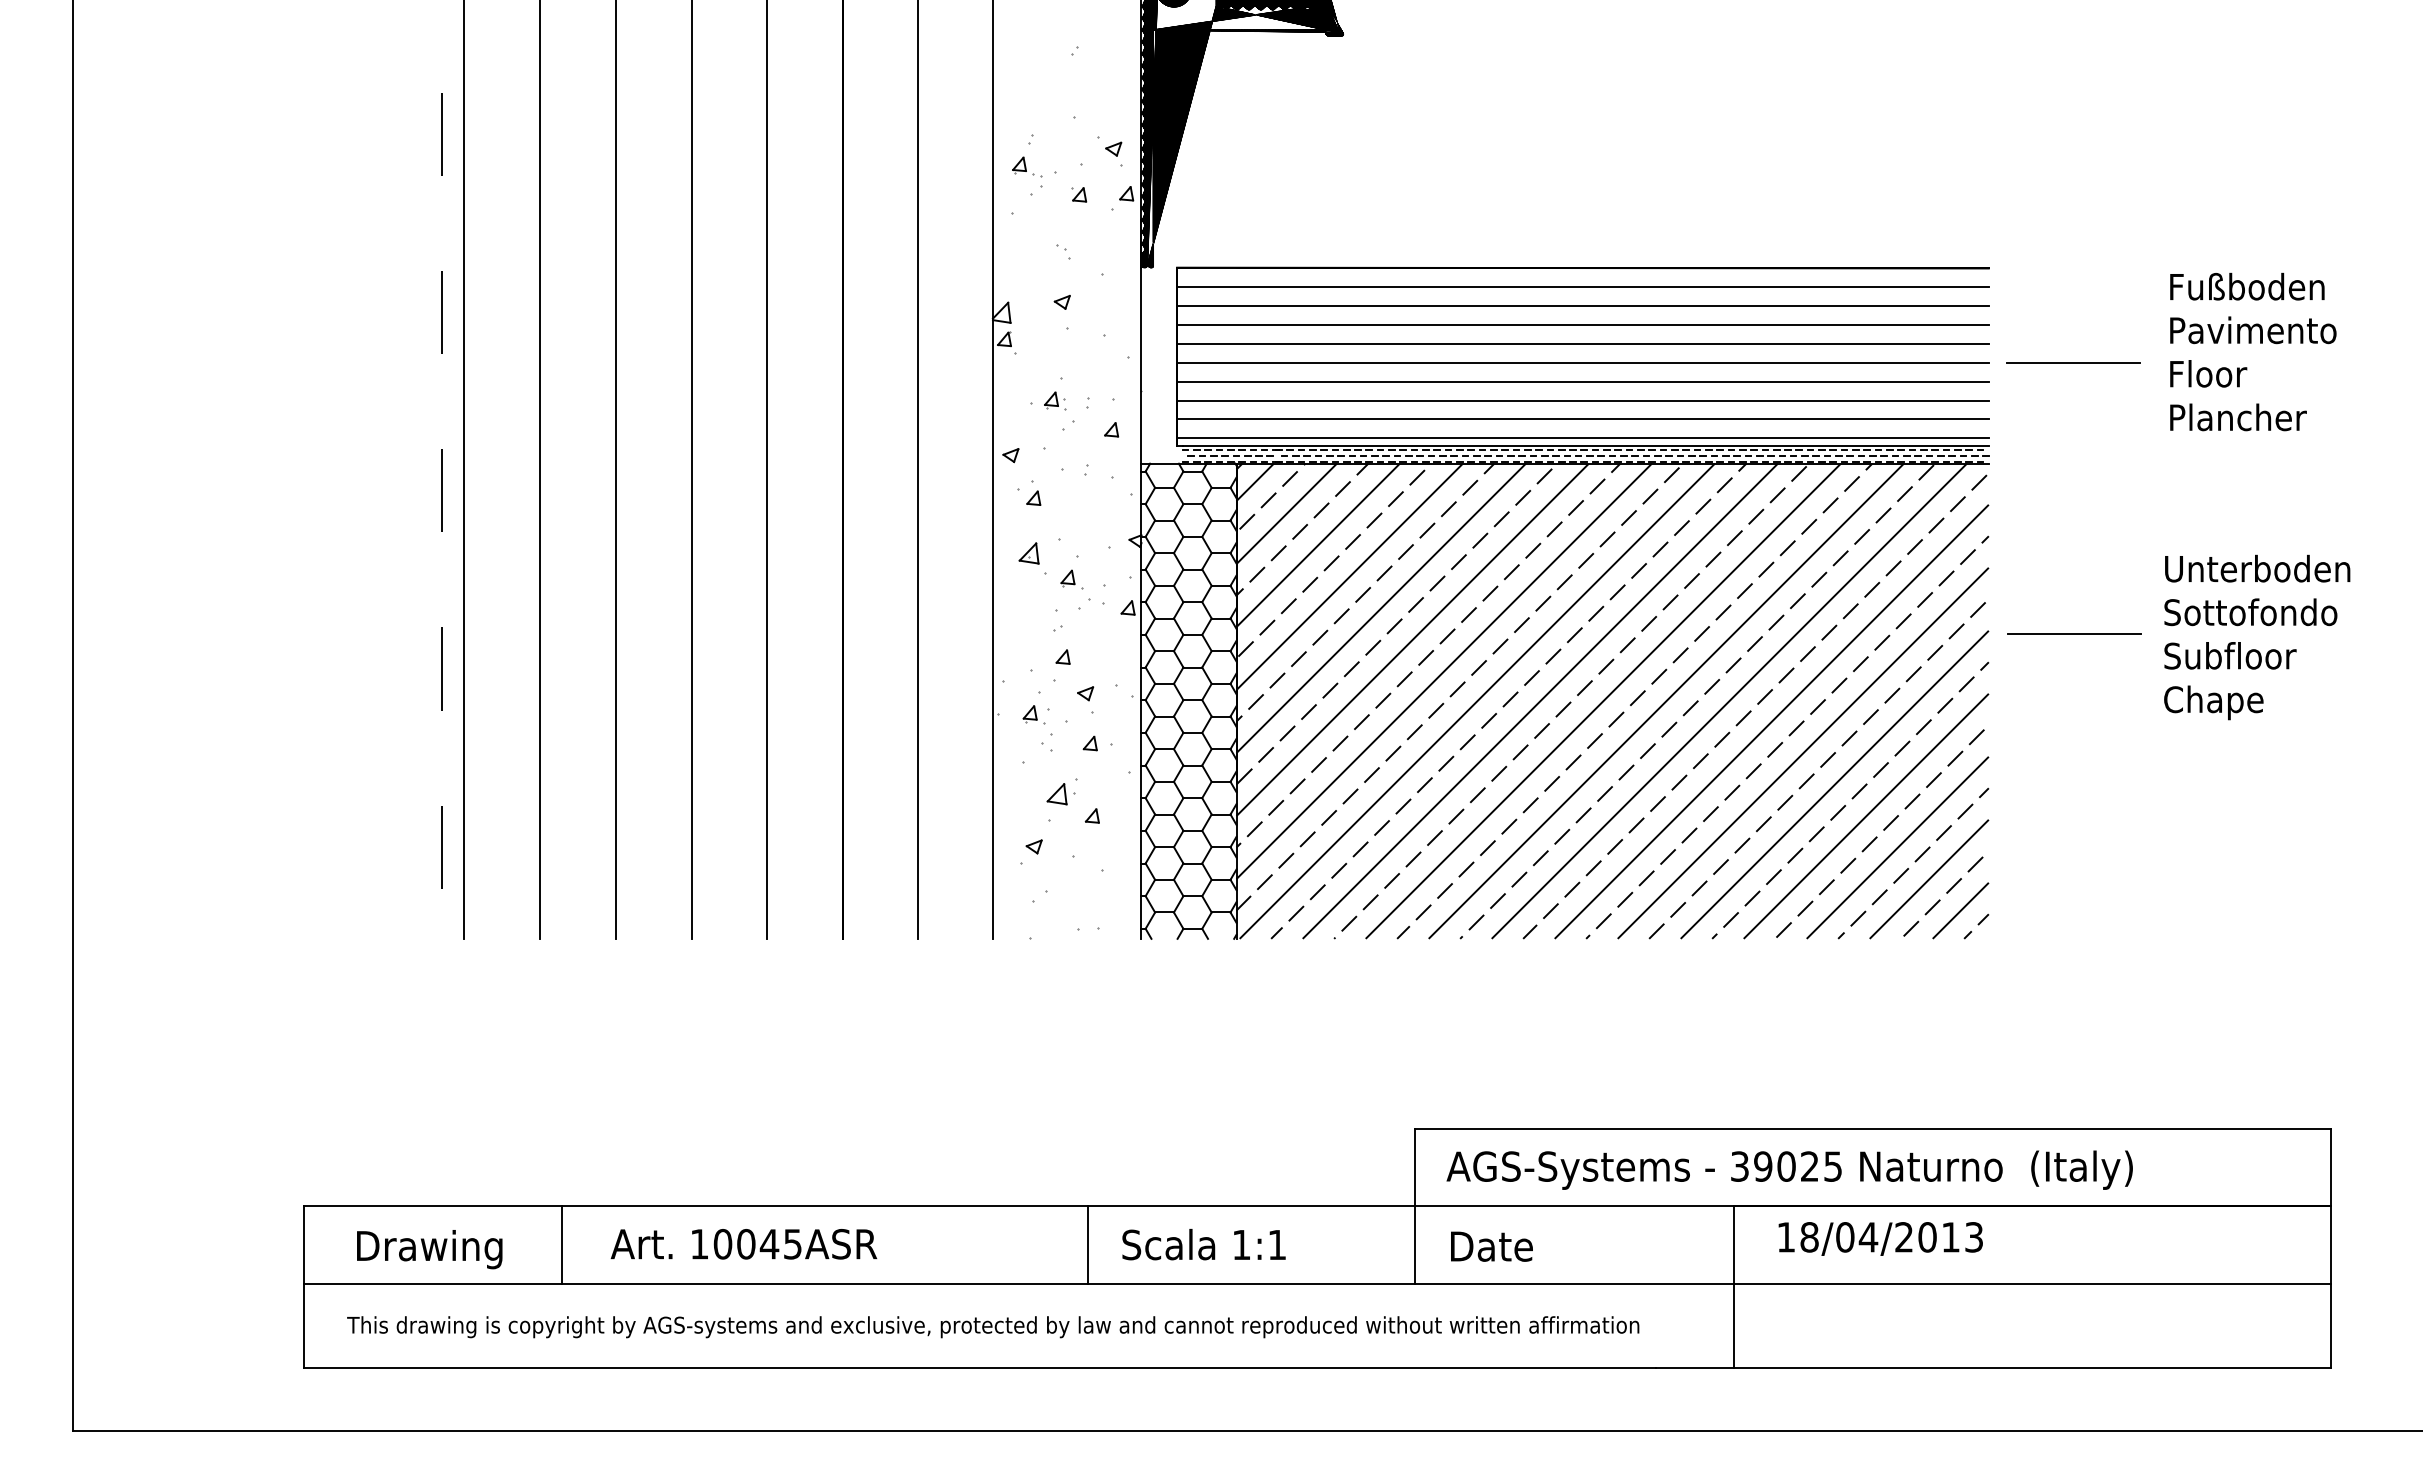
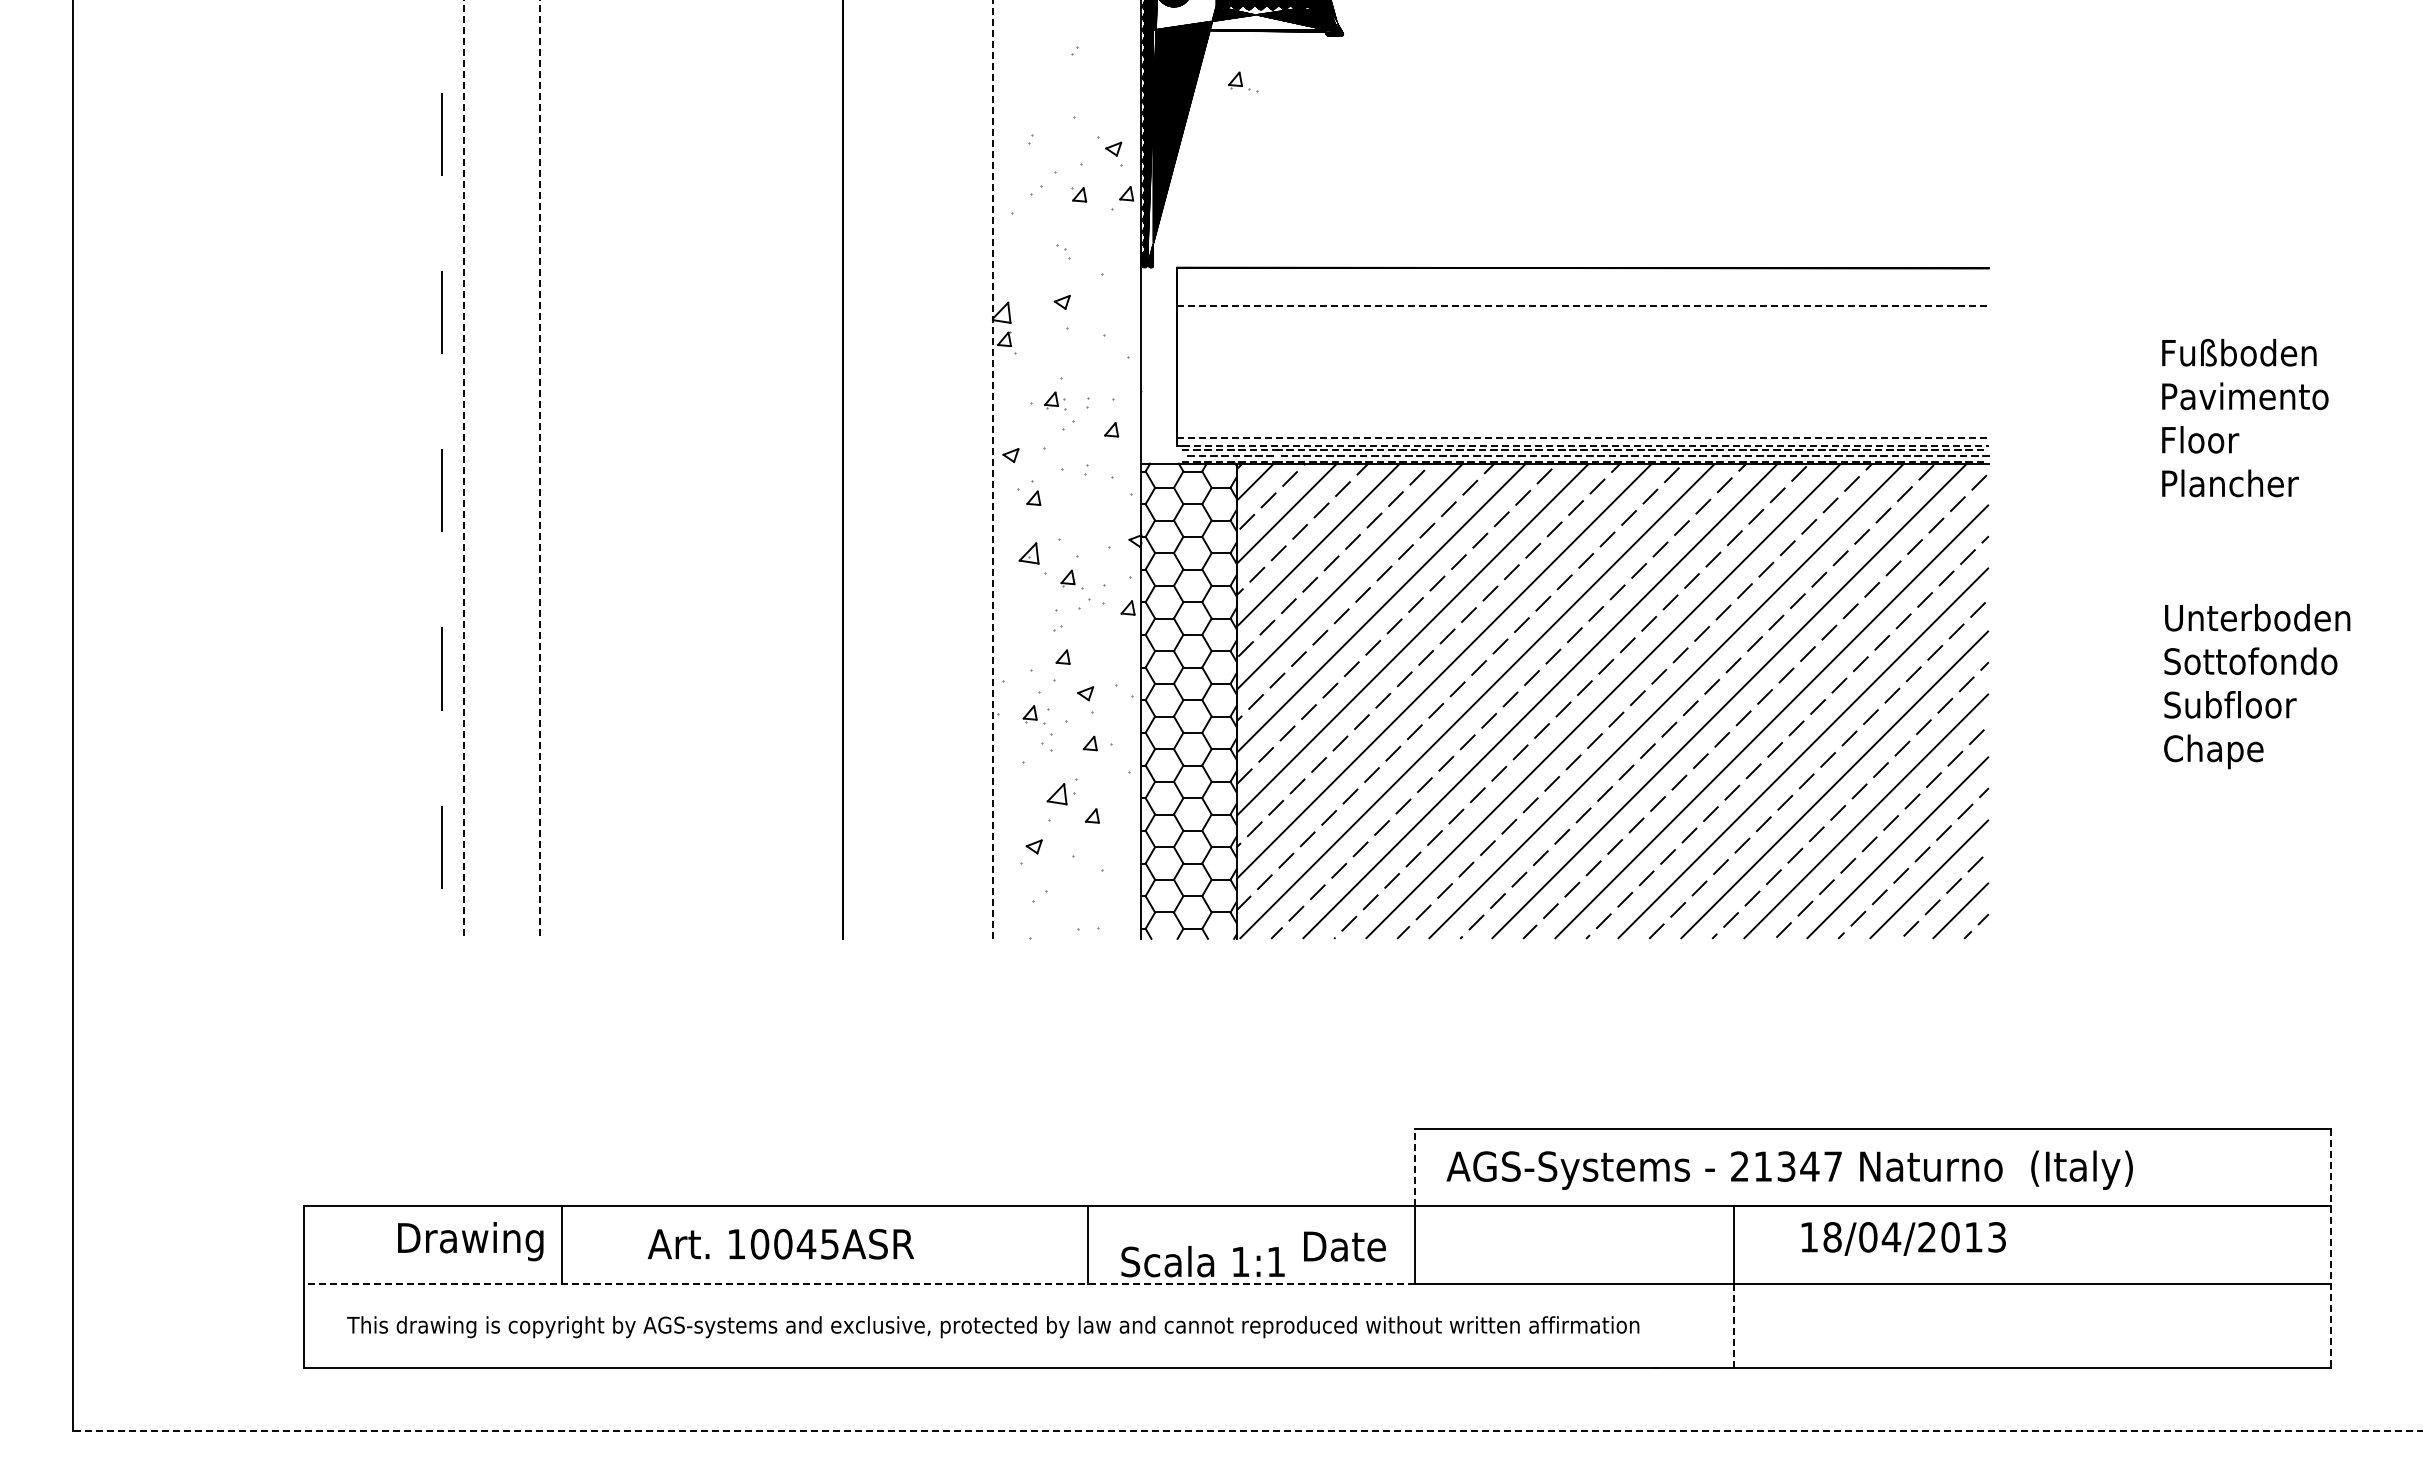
part at (1027, 166) position: (1027, 166) -> (1243, 81)
line at (1582, 287): present -> none
line at (1582, 306): solid -> dashed
line at (1582, 325): present -> none
line at (1582, 343): present -> none
text at (2253, 351) position: (2253, 351) -> (2245, 417)
line at (1582, 362): present -> none
line at (2073, 362): present -> none
line at (1582, 381): present -> none
line at (1582, 400): present -> none
line at (1582, 419): present -> none
line at (1582, 438): solid -> dashed
line at (1586, 445): solid -> dashed
line at (992, 468): solid -> dashed
line at (464, 470): solid -> dashed
line at (540, 470): solid -> dashed
line at (616, 470): present -> none
line at (691, 470): present -> none
line at (767, 470): present -> none
line at (918, 470): present -> none
line at (2074, 633): present -> none
text at (2257, 637) position: (2257, 637) -> (2257, 686)
text at (1786, 1166): 39025 -> 21347
line at (1415, 1167): solid -> dashed
text at (1880, 1238) position: (1880, 1238) -> (1903, 1238)
text at (743, 1244) position: (743, 1244) -> (780, 1244)
text at (1203, 1244) position: (1203, 1244) -> (1202, 1261)
text at (1491, 1246) position: (1491, 1246) -> (1344, 1246)
line at (2331, 1248): solid -> dashed
text at (429, 1249) position: (429, 1249) -> (470, 1241)
line at (859, 1283): solid -> dashed
line at (1734, 1326): solid -> dashed
line at (1247, 1430): solid -> dashed
